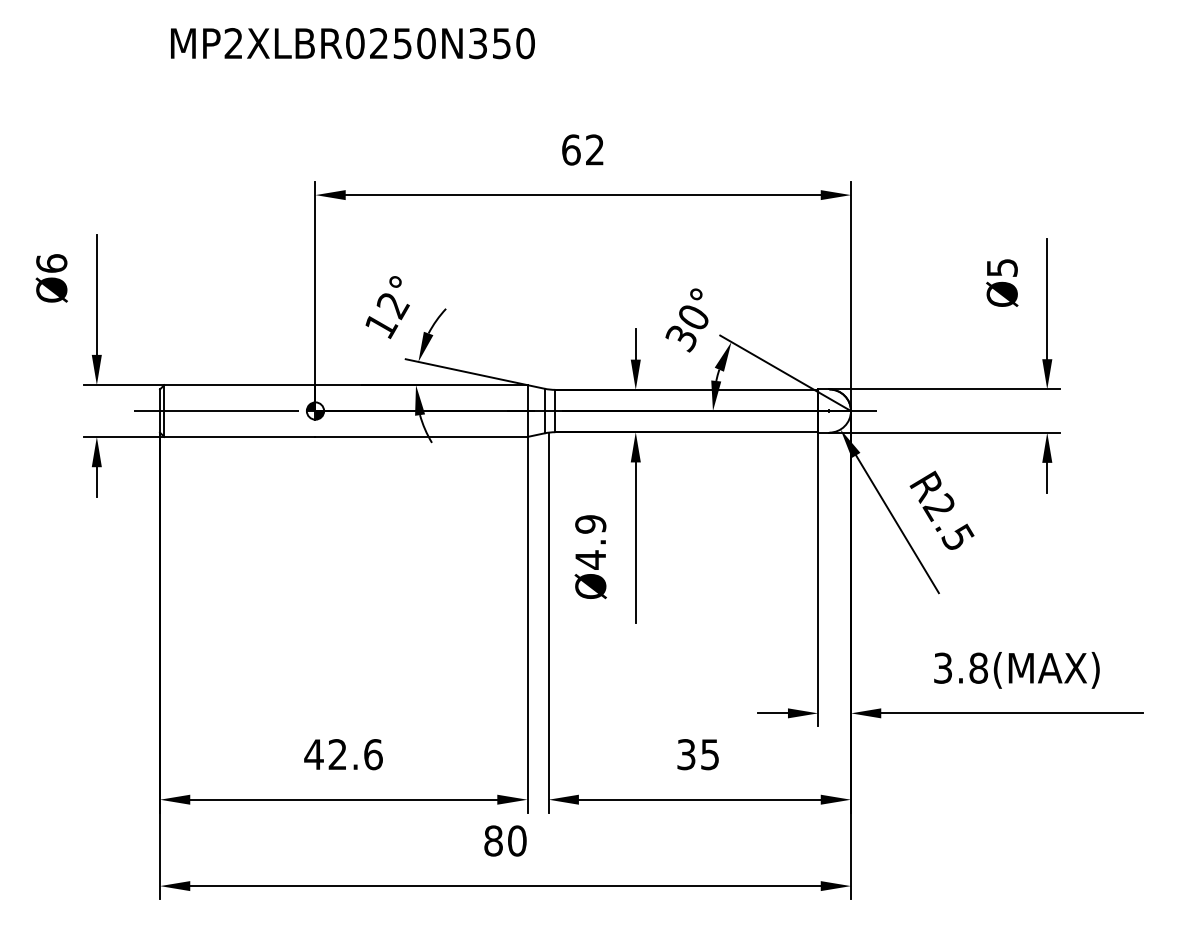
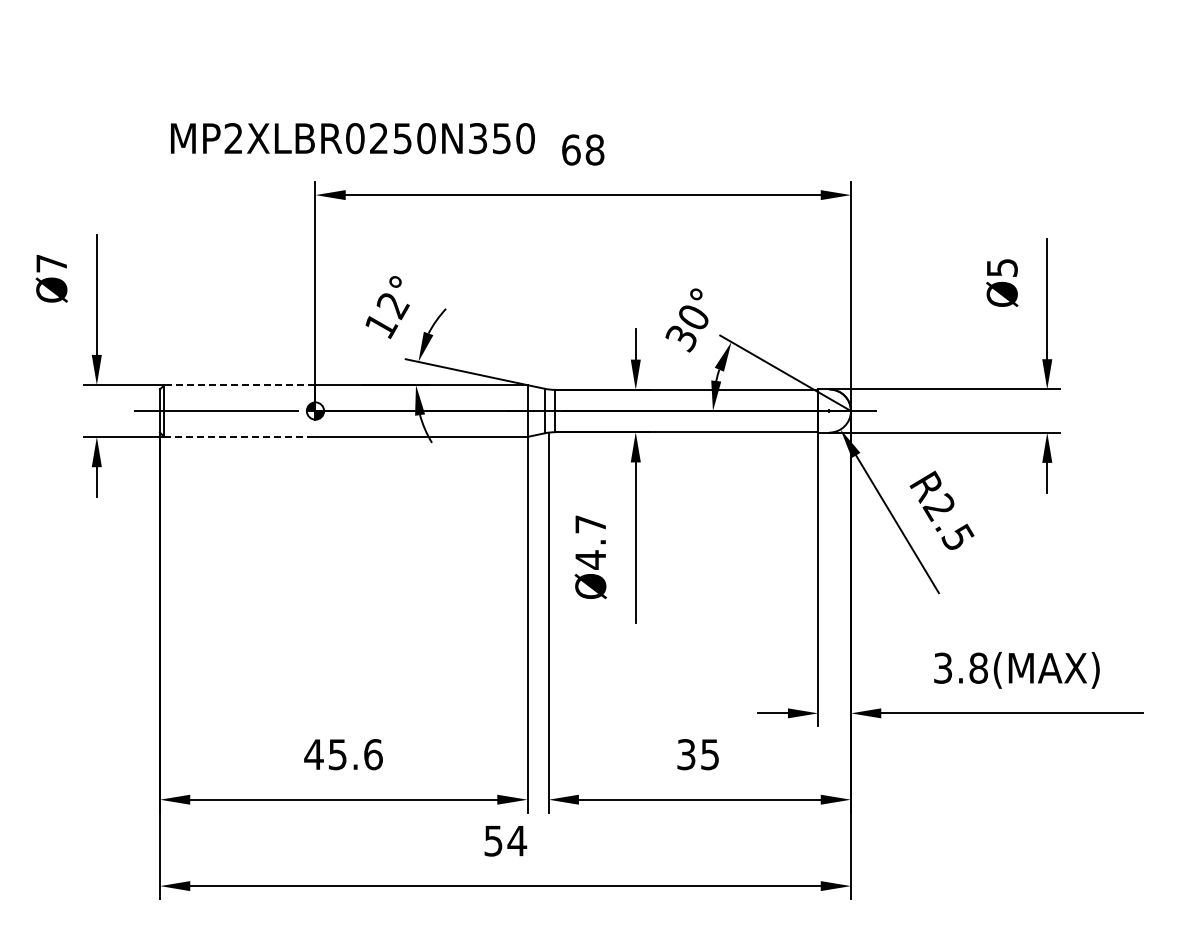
text at (352, 43) position: (352, 43) -> (352, 138)
text at (594, 149): 62 -> 68
text at (51, 263): Ø6 -> Ø7
line at (239, 385): solid -> dashed
line at (239, 436): solid -> dashed
text at (590, 524): Ø4.9 -> Ø4.7
text at (337, 754): 42.6 -> 45.6
text at (505, 840): 80 -> 54
